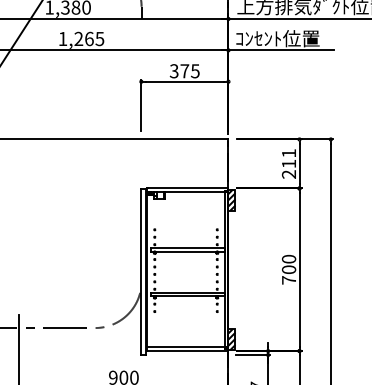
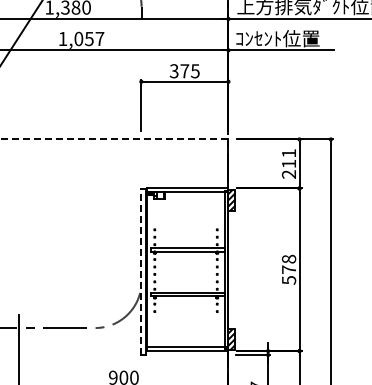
text at (89, 38): 1,265 -> 1,057
line at (114, 139): solid -> dashed
text at (288, 269): 700 -> 578
line at (141, 272): solid -> dashed
